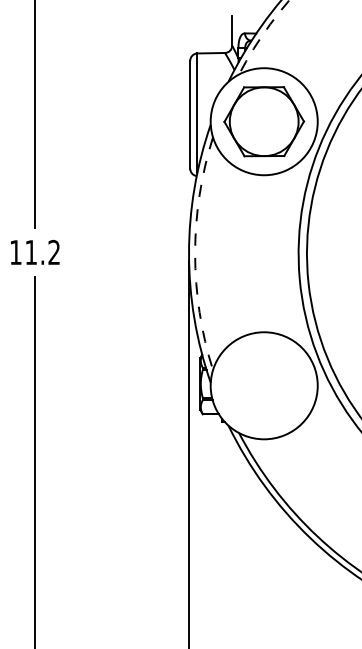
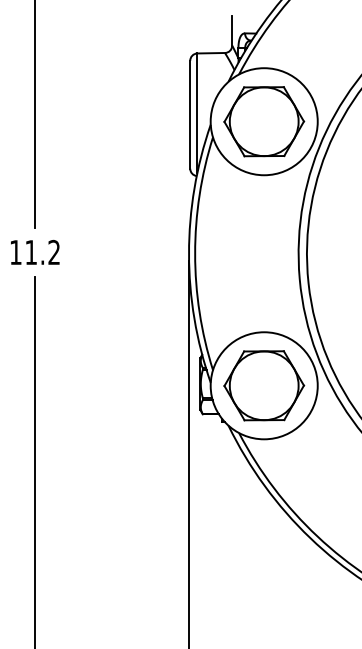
arc at (262, 35): dashed -> solid
arc at (195, 253): dashed -> solid
part at (264, 385): none -> present
